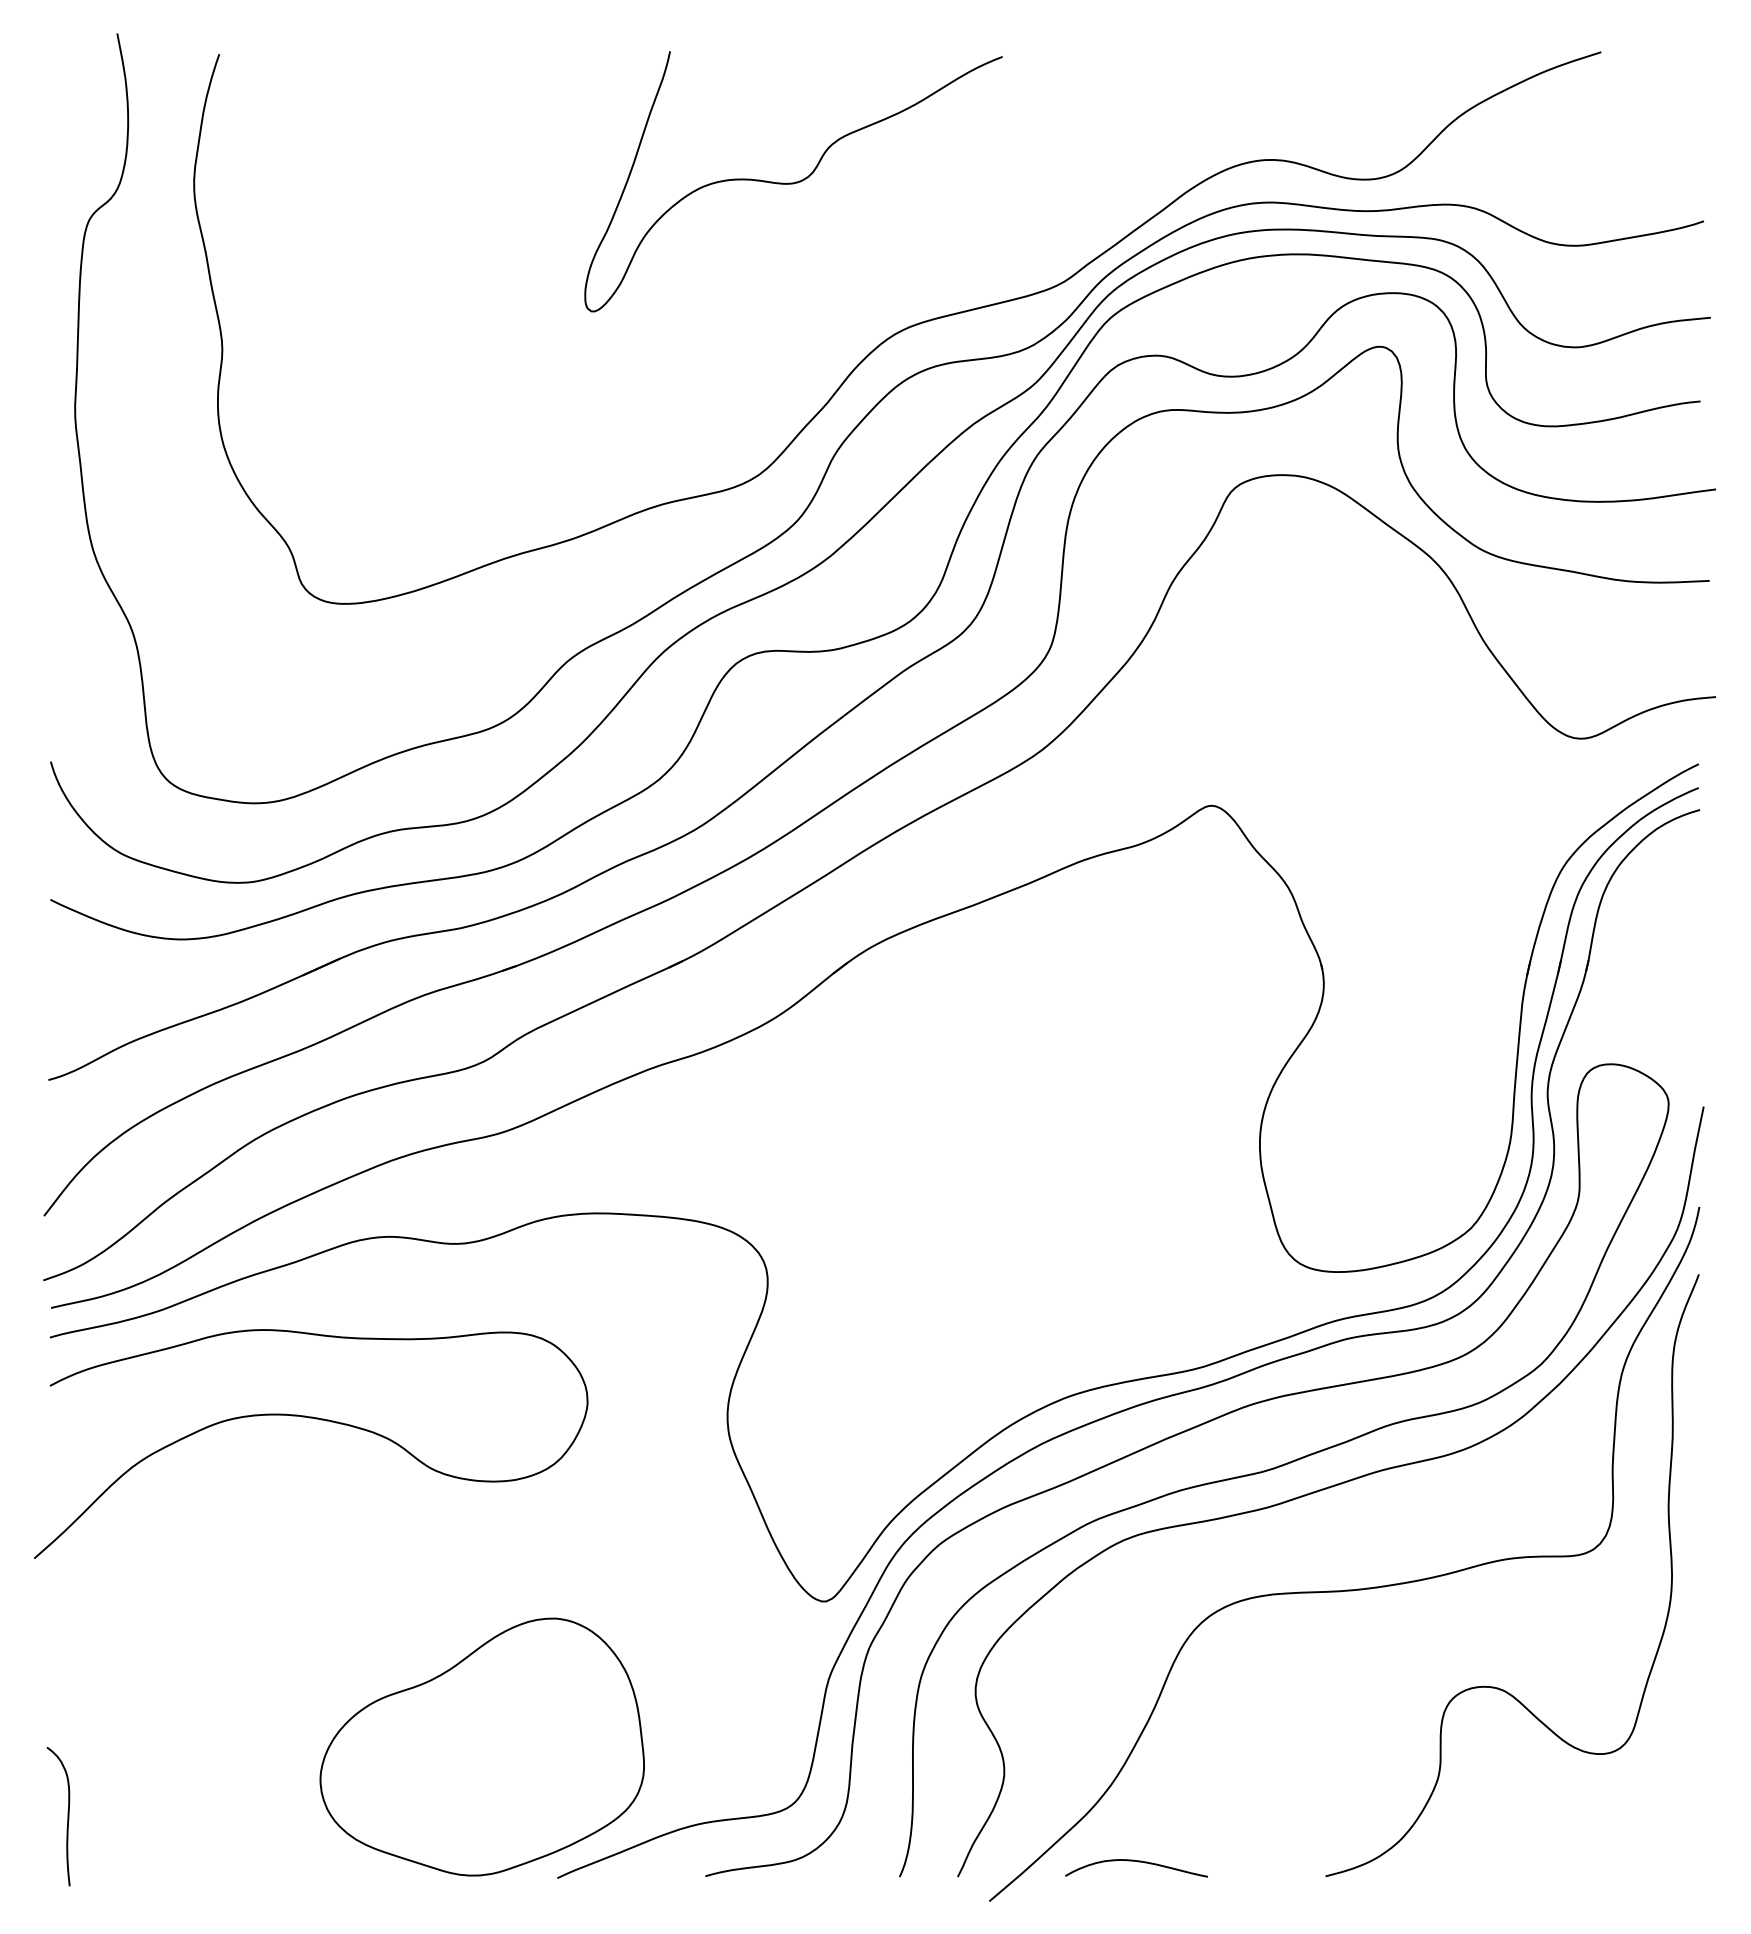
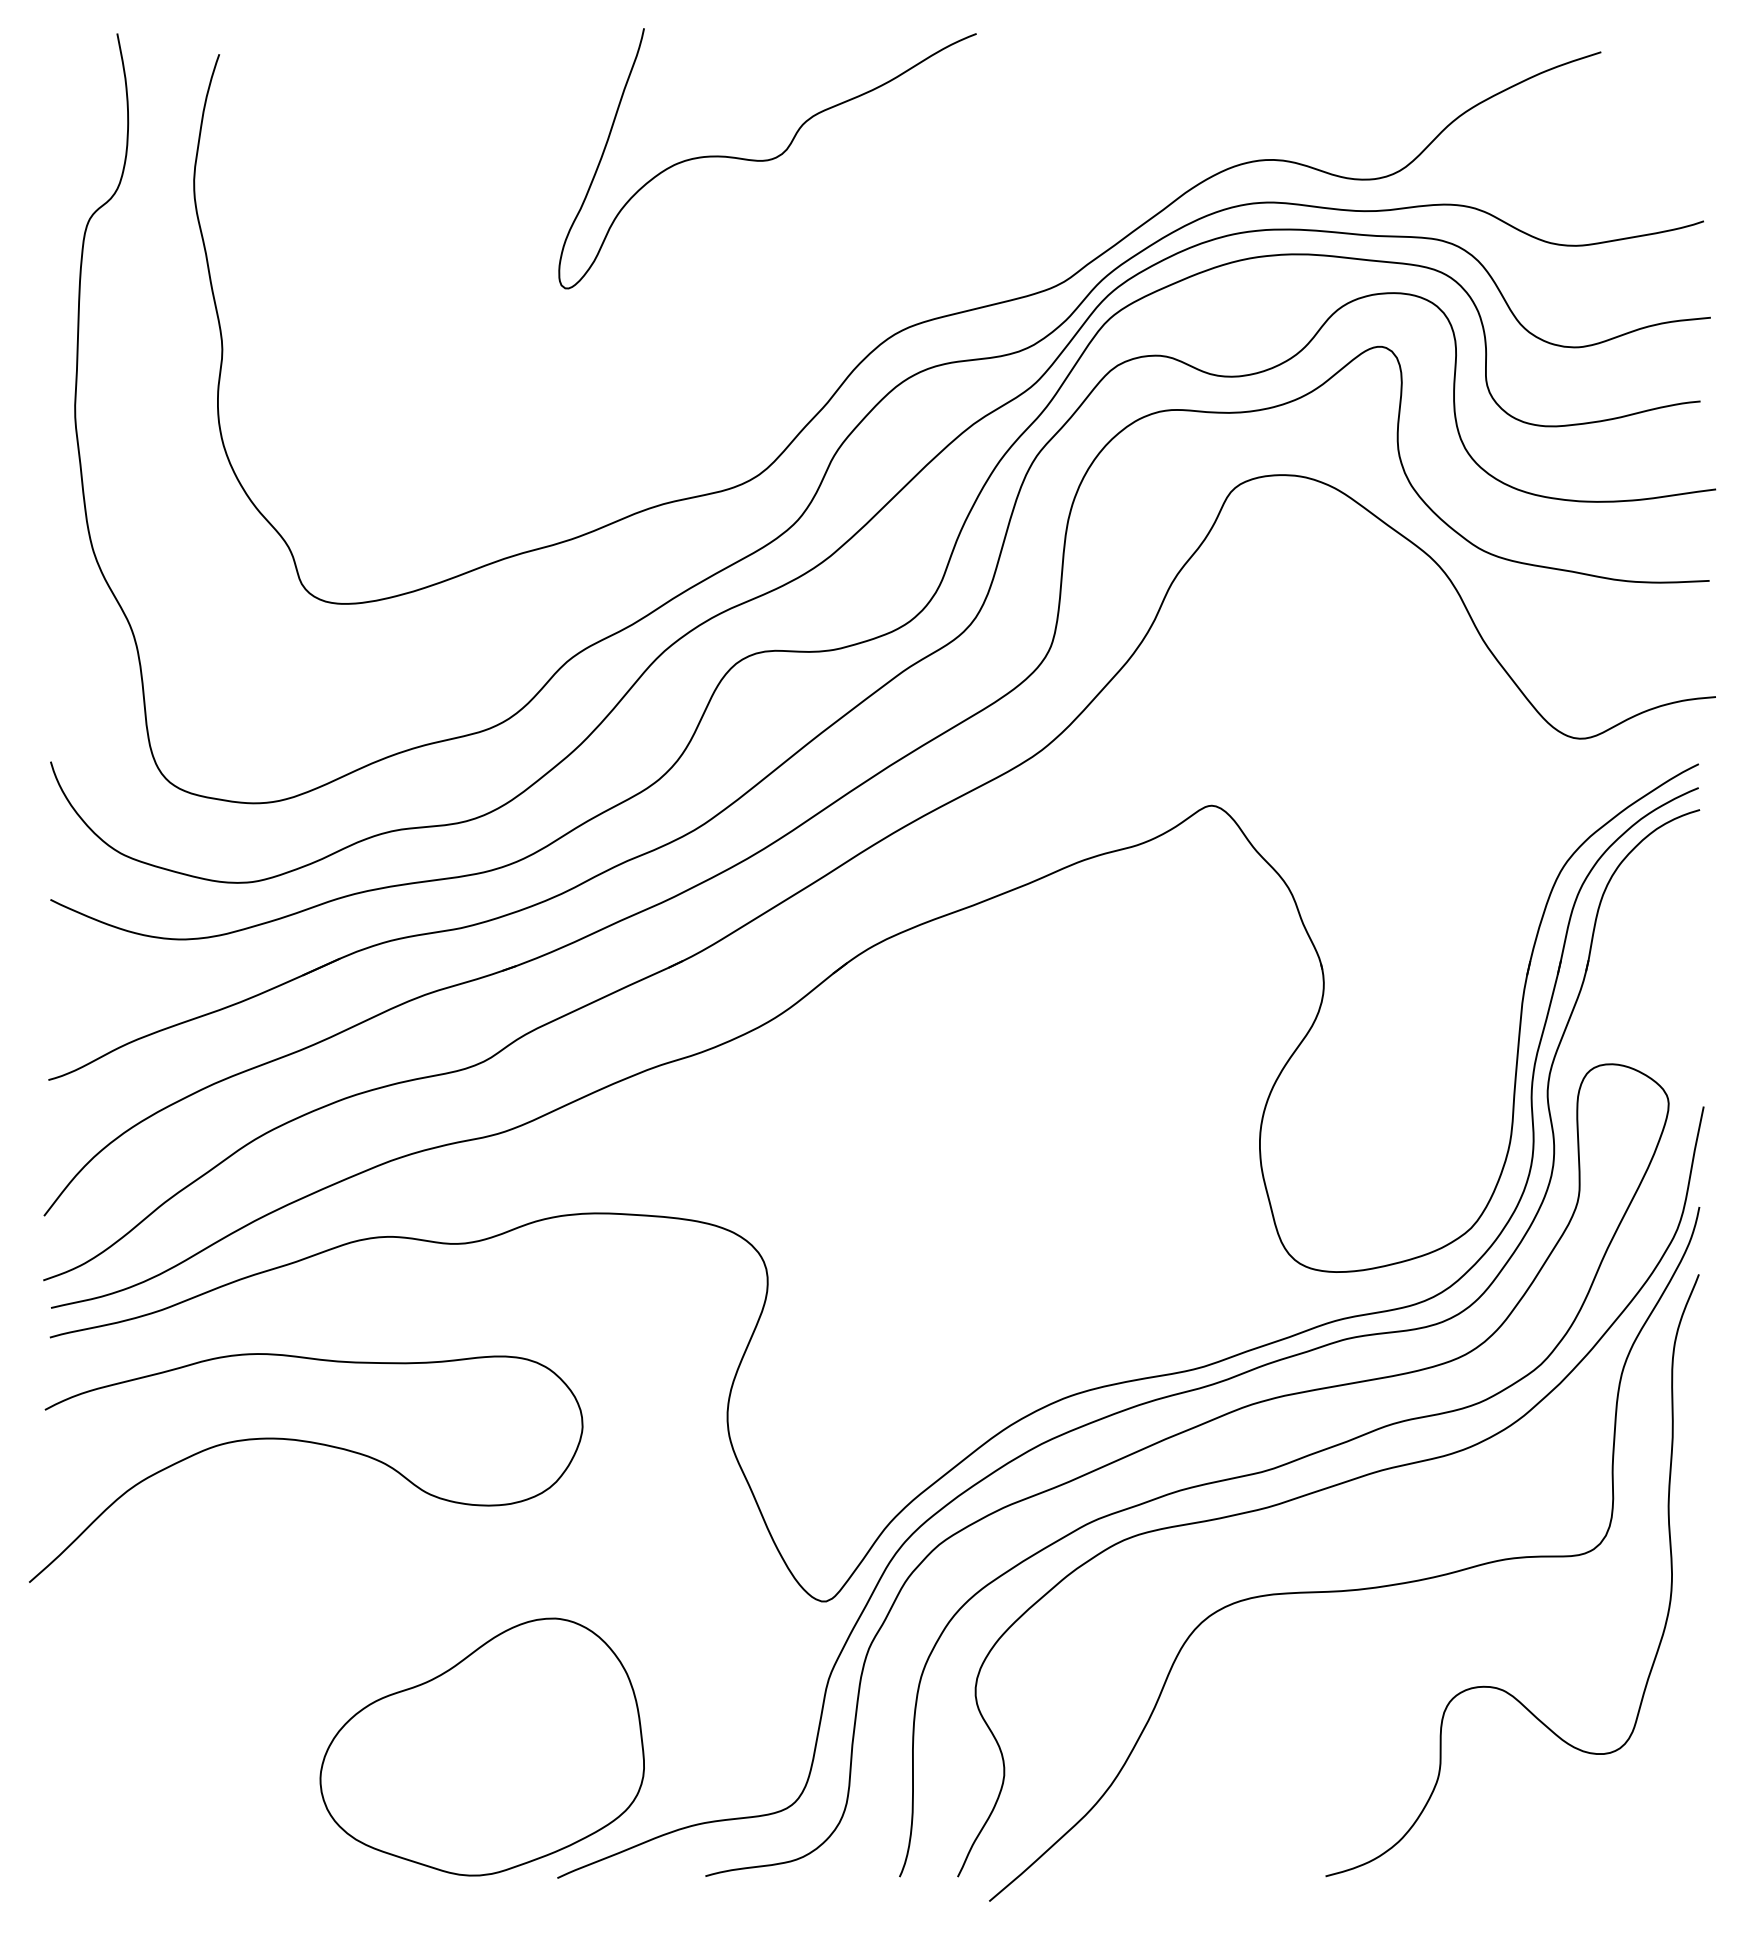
curve at (793, 182) position: (793, 182) -> (767, 159)
curve at (315, 1419) position: (315, 1419) -> (310, 1443)
curve at (67, 1816): present -> none
curve at (1138, 1862): present -> none
